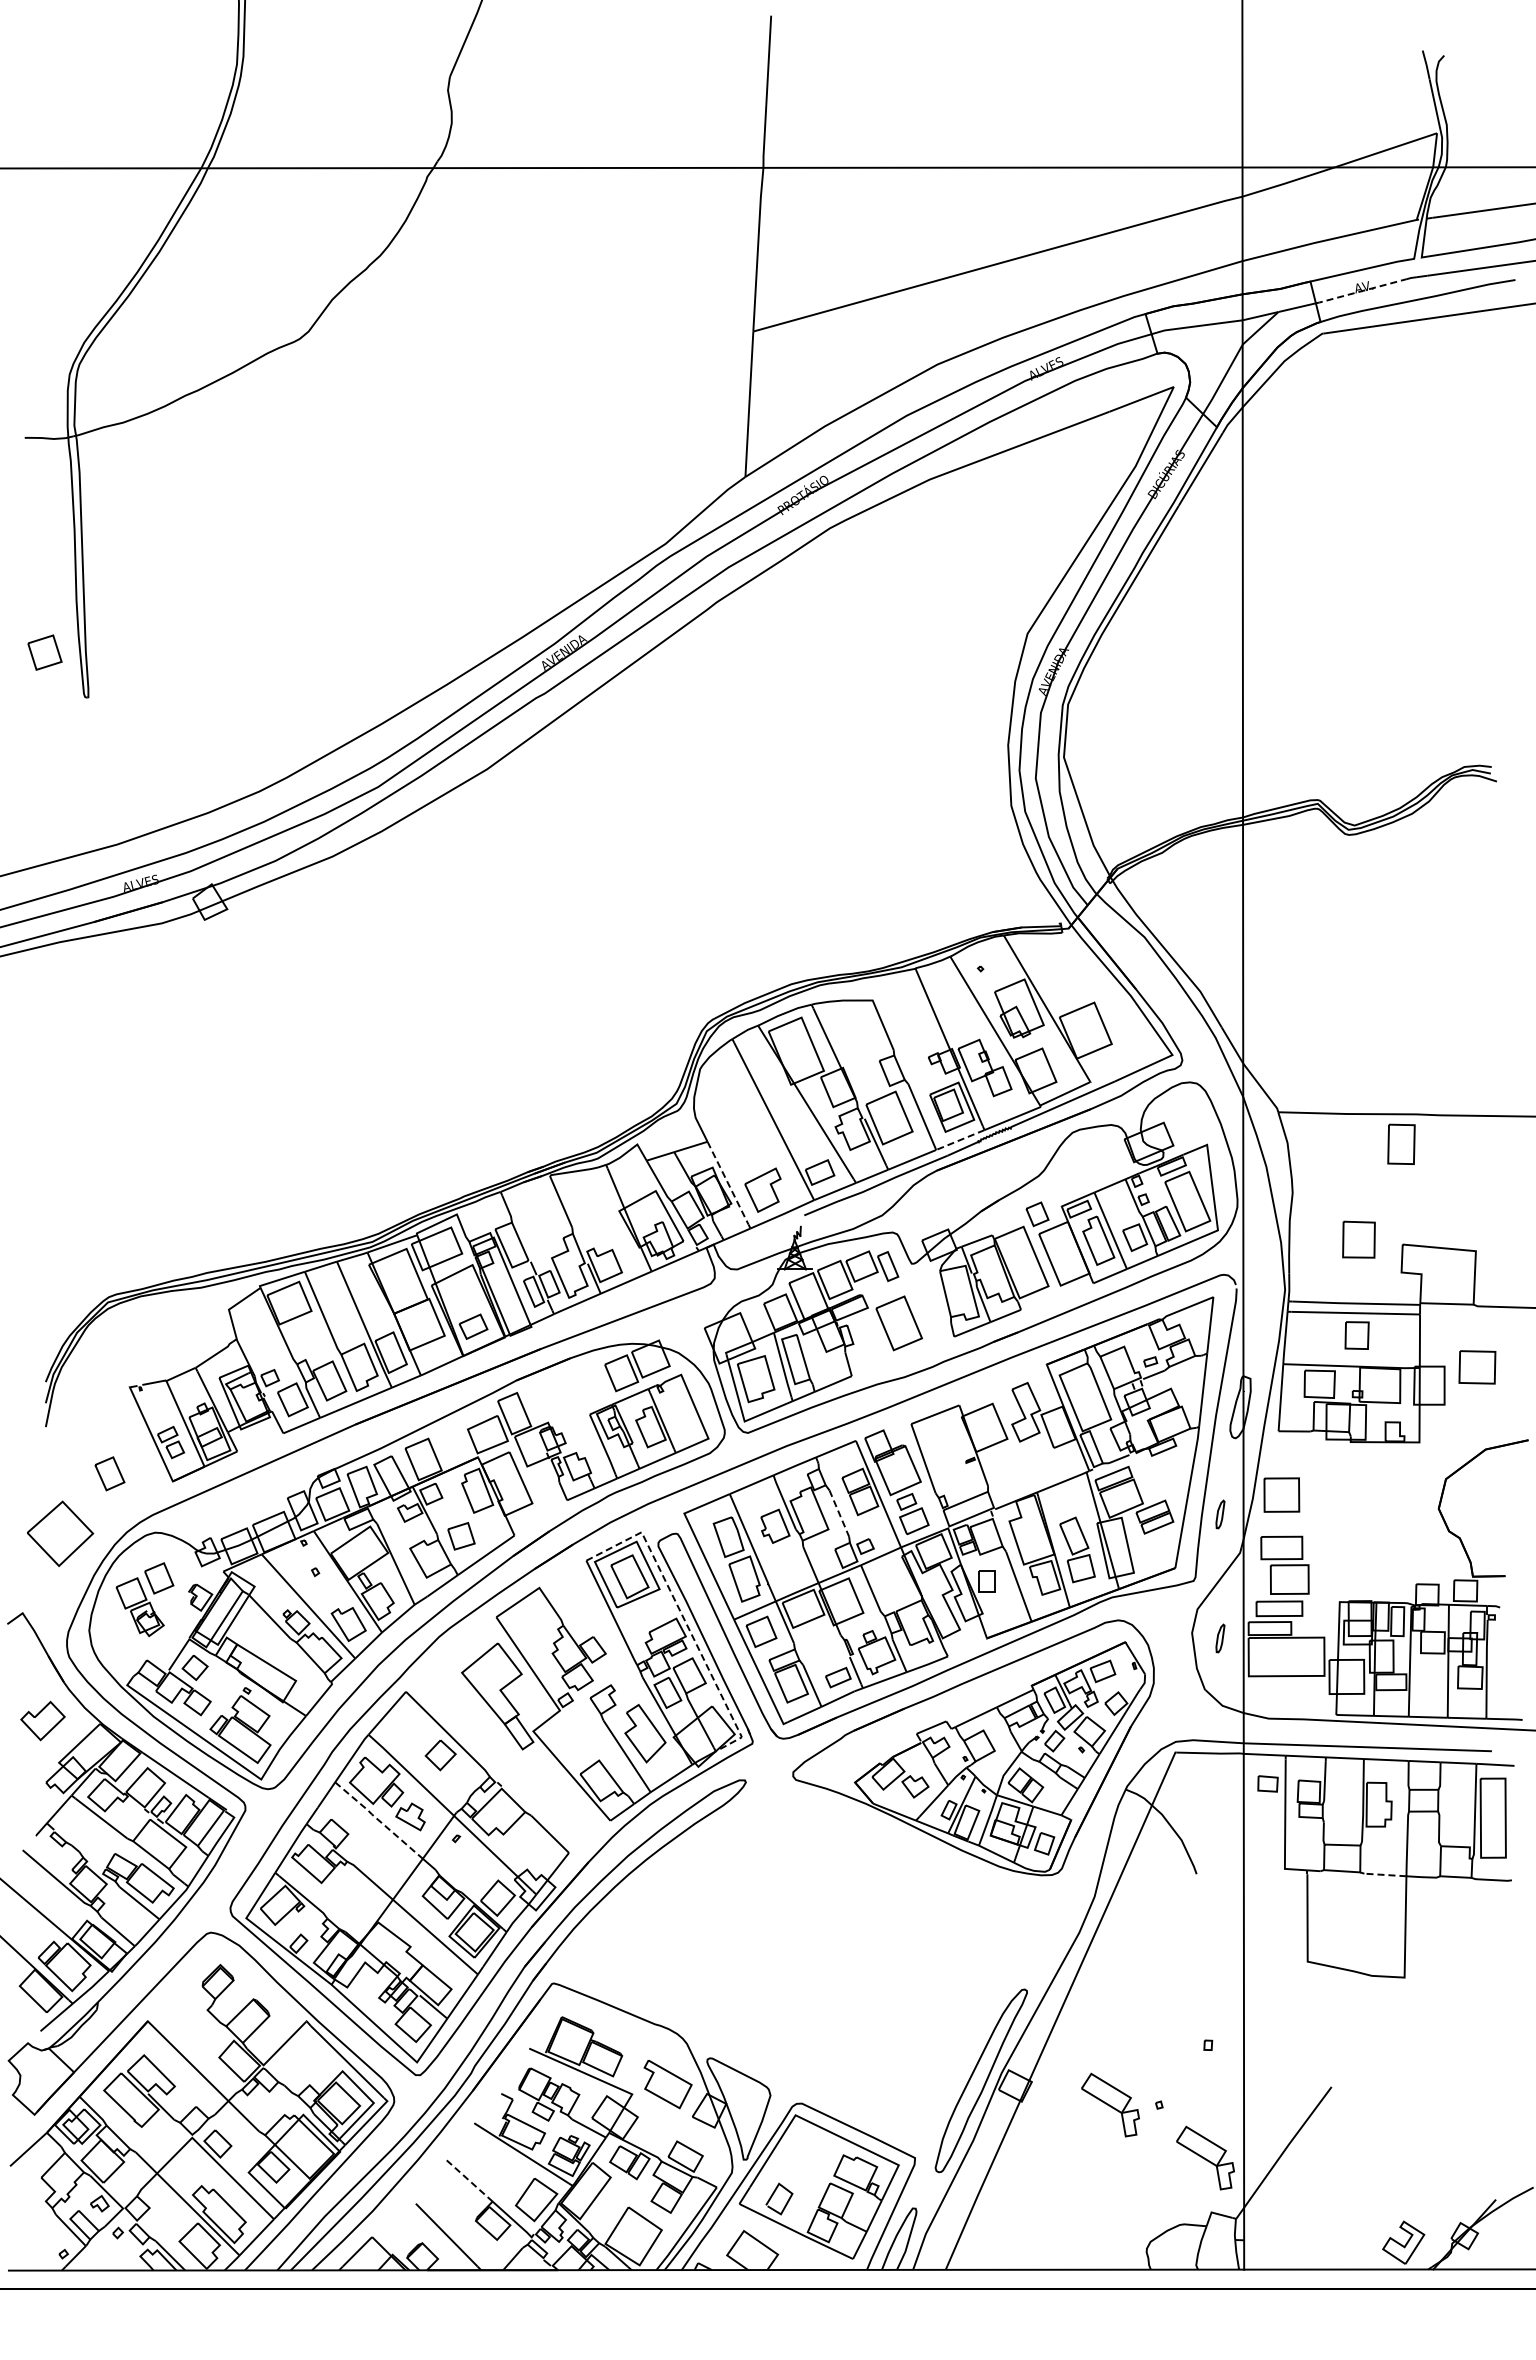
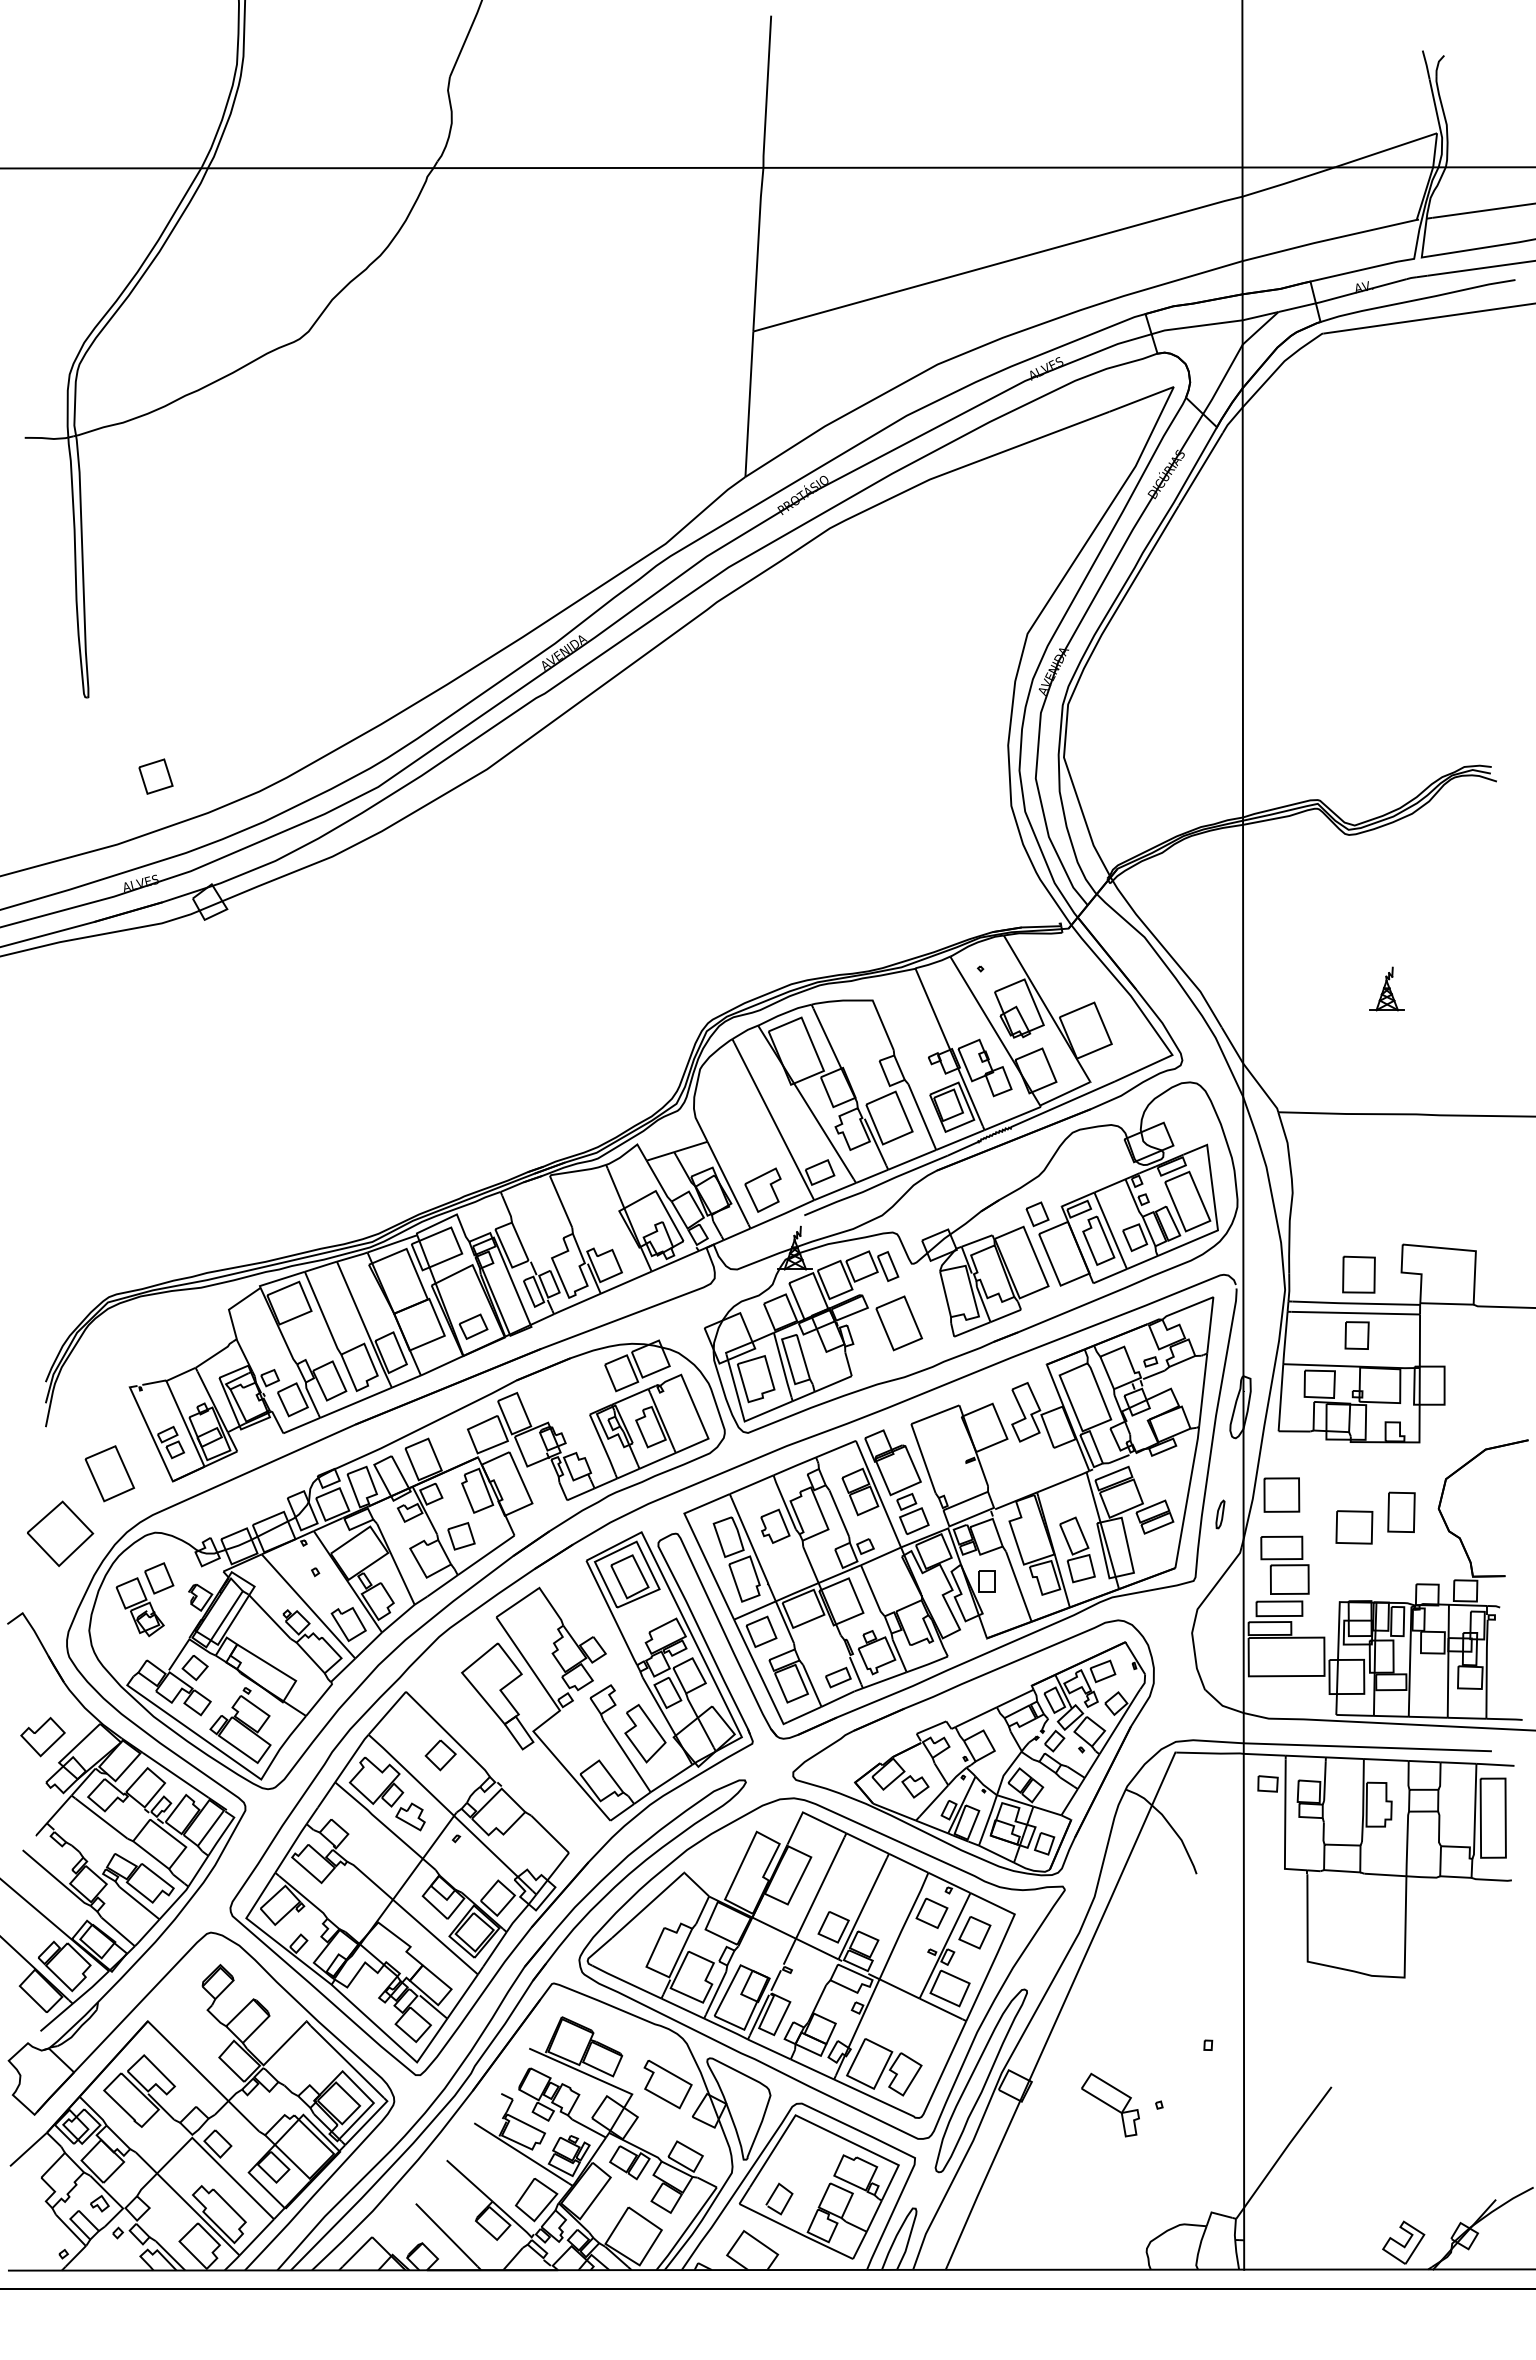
line at (1360, 291): dashed -> solid
part at (44, 652) position: (44, 652) -> (155, 776)
part at (1386, 988): none -> present
line at (959, 1140): dashed -> solid
part at (1401, 1143) position: (1401, 1143) -> (1401, 1511)
line at (728, 1183): dashed -> solid
part at (1358, 1239) position: (1358, 1239) -> (1358, 1274)
part at (1477, 1367) position: (1477, 1367) -> (1354, 1527)
part at (109, 1473) size: 32x36 px -> 52x58 px
line at (839, 1514): dashed -> solid
line at (684, 1620): dashed -> solid
part at (1220, 1638): present -> none
part at (42, 1721) position: (42, 1721) -> (42, 1737)
line at (378, 1820): dashed -> solid
line at (1384, 1874): dashed -> solid
part at (821, 1968): none -> present
part at (1205, 2157): present -> none
line at (469, 2180): dashed -> solid
